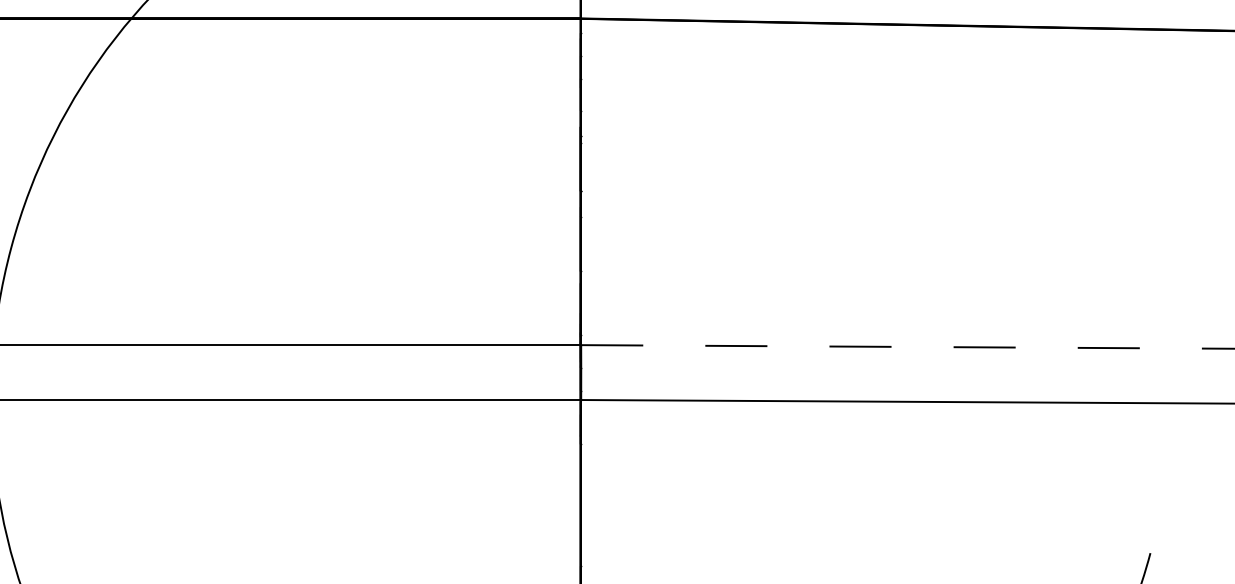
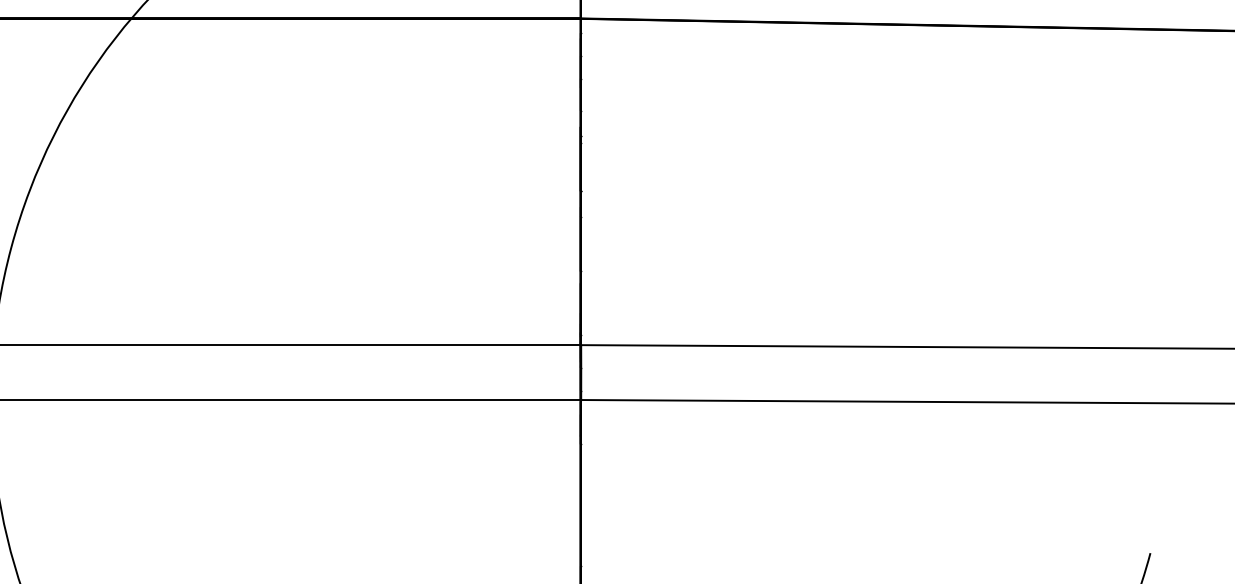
line at (908, 346): dashed -> solid
